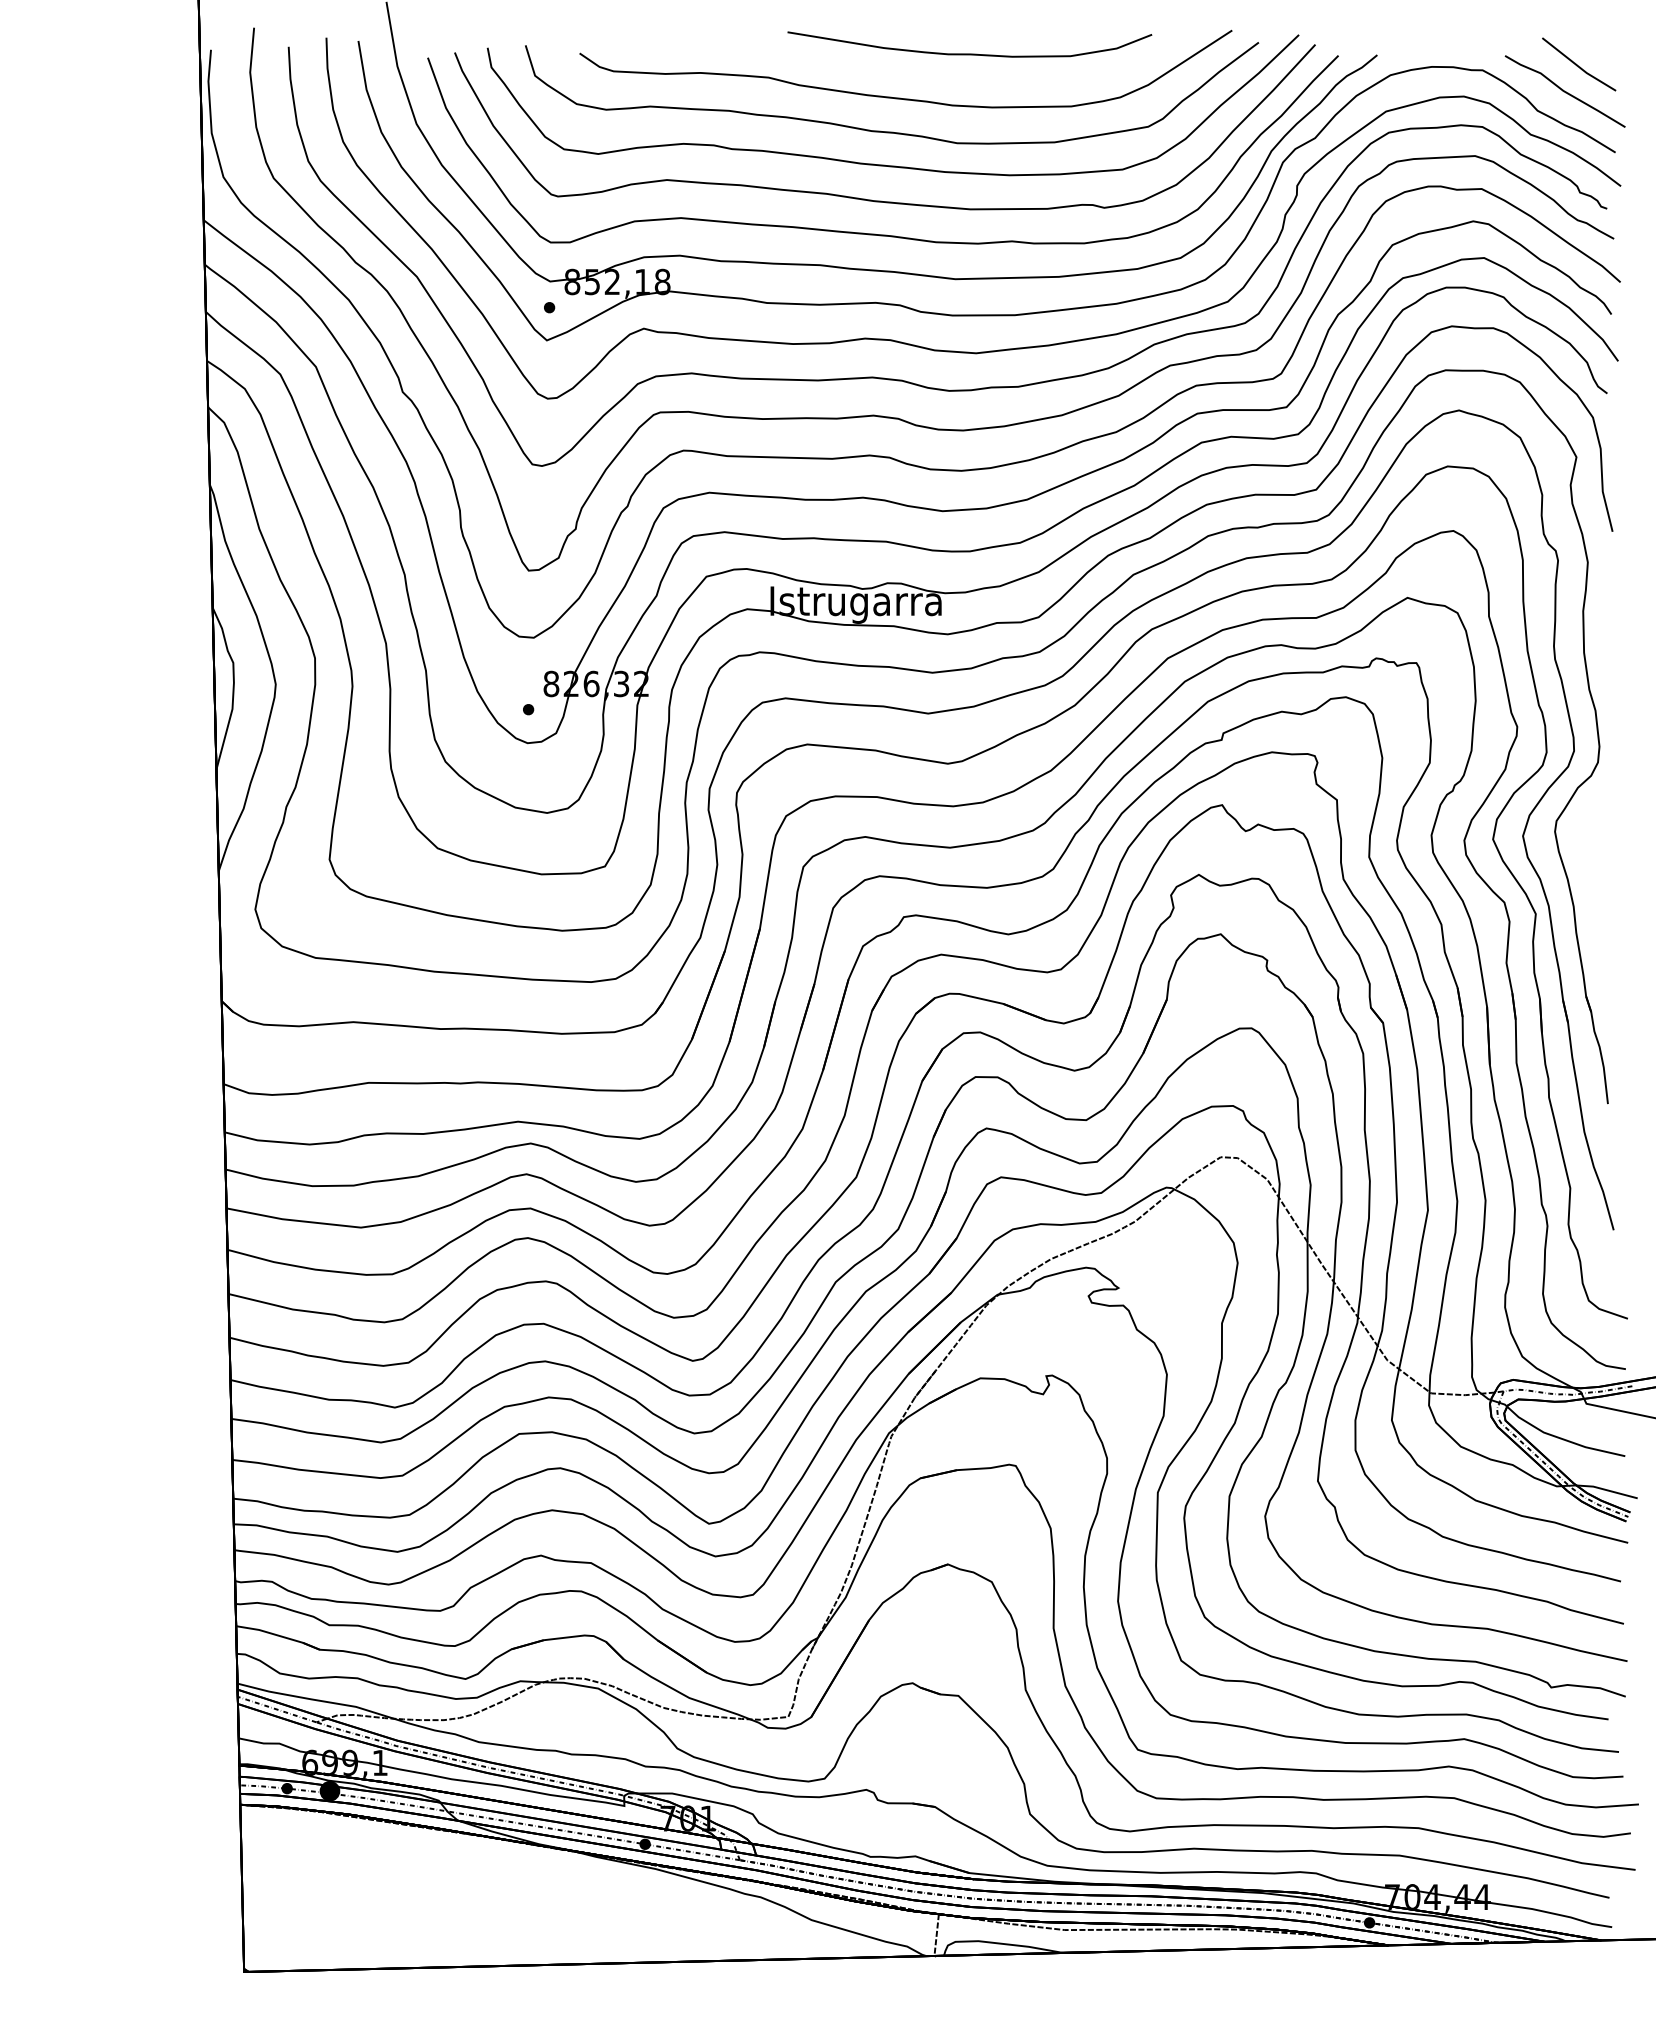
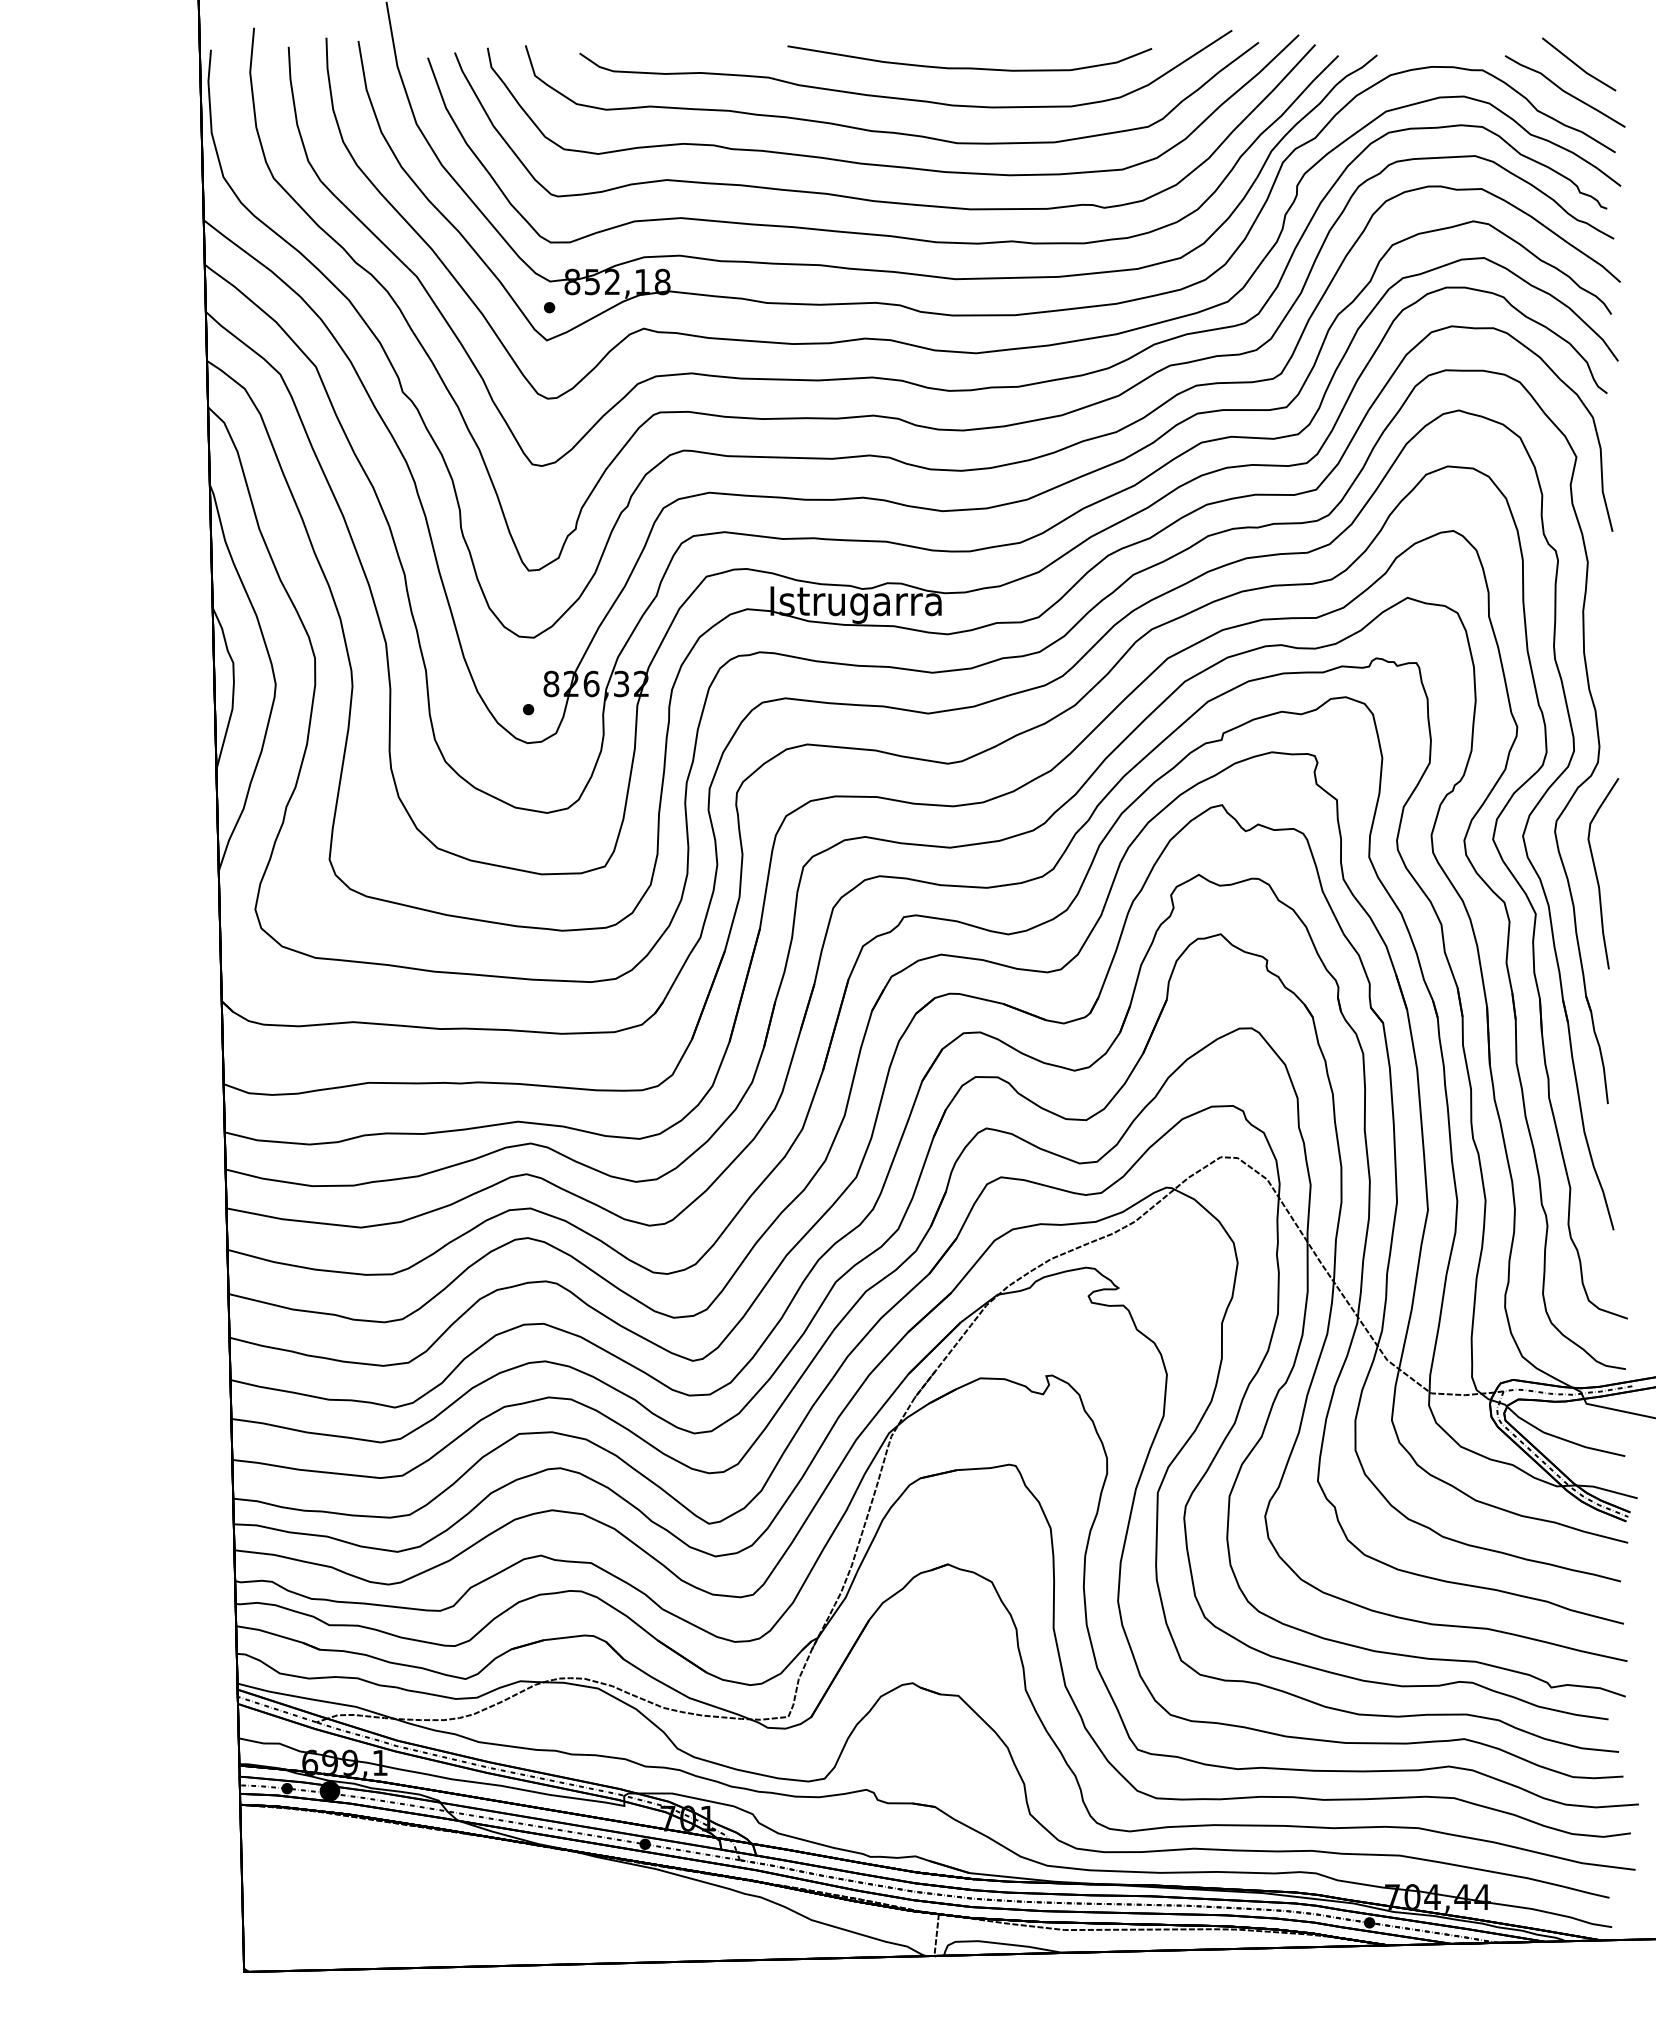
curve at (969, 53) position: (969, 53) -> (969, 67)
curve at (1597, 874): none -> present
